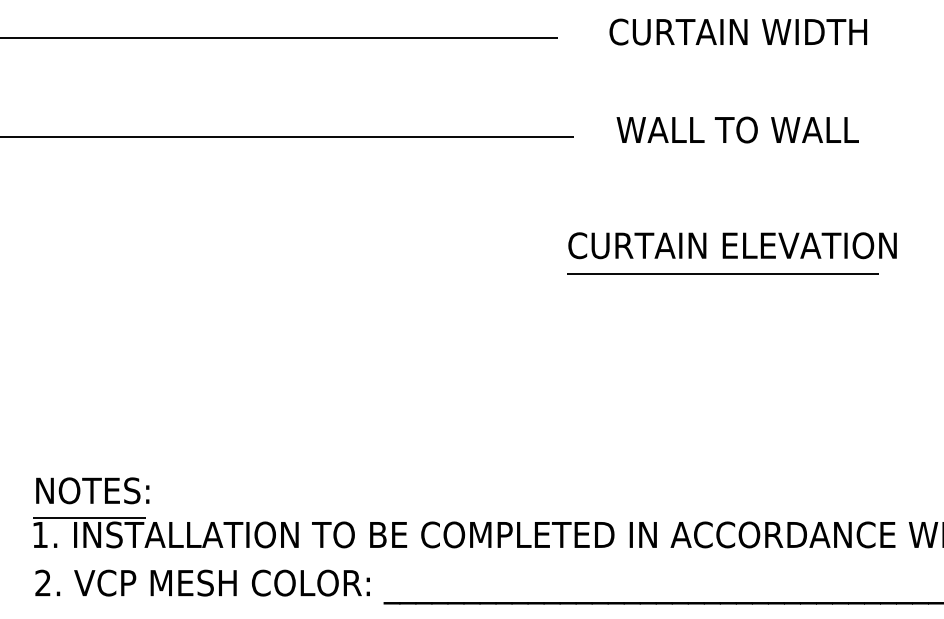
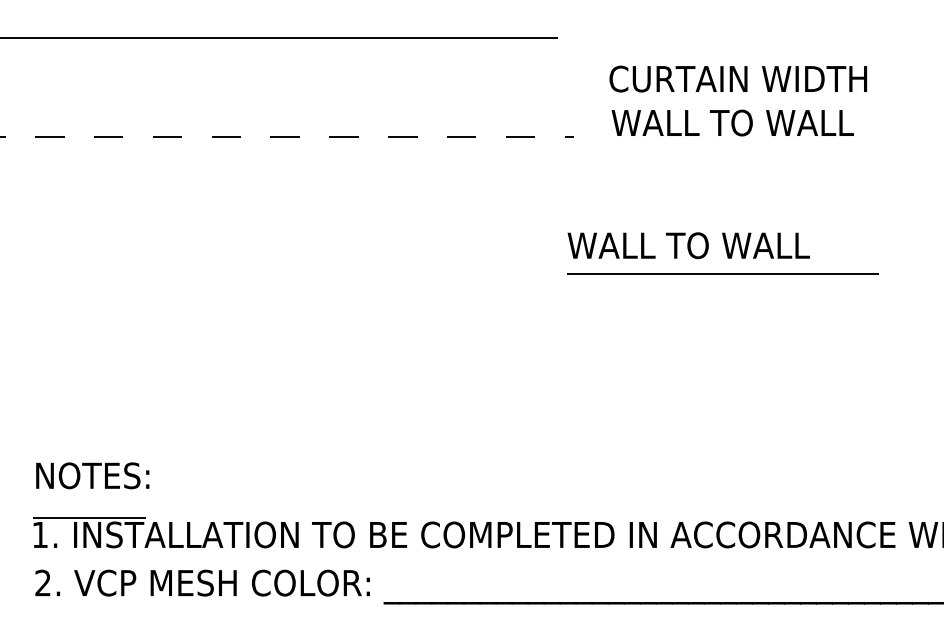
text at (738, 31) position: (738, 31) -> (738, 78)
text at (737, 129) position: (737, 129) -> (732, 122)
line at (287, 137): solid -> dashed
text at (731, 245): CURTAIN ELEVATION -> WALL TO WALL
text at (92, 490) position: (92, 490) -> (92, 475)
